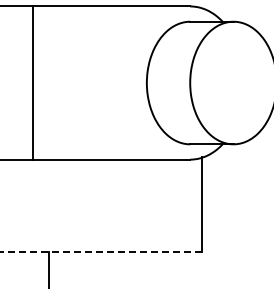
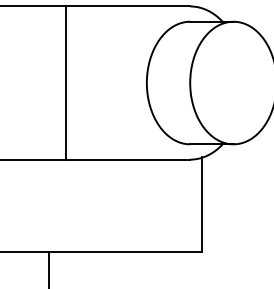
line at (32, 82) position: (32, 82) -> (65, 82)
line at (101, 251): dashed -> solid
